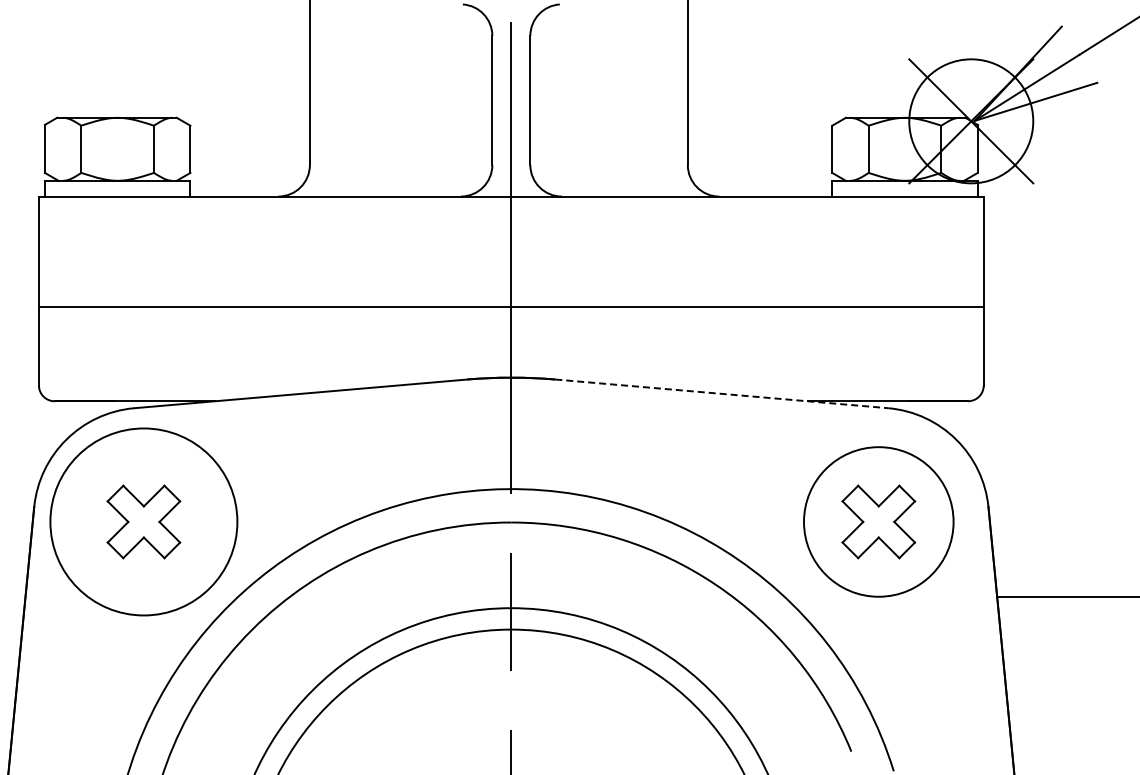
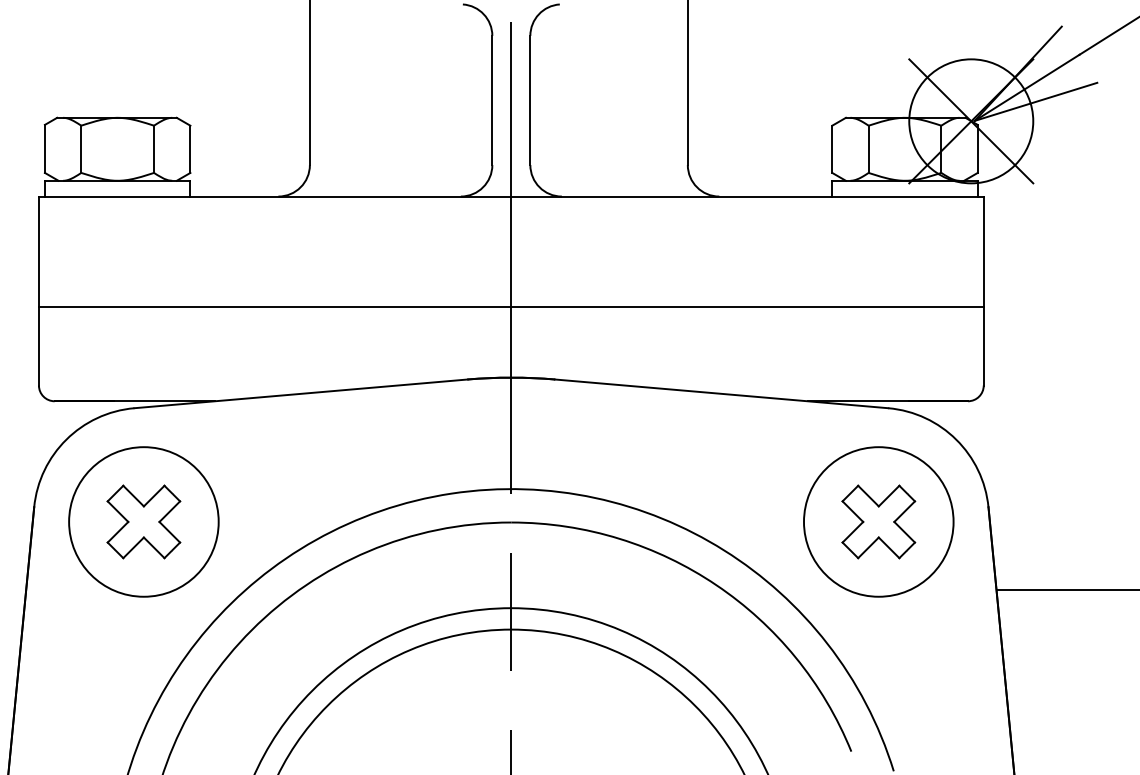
line at (722, 393): dashed -> solid
circle at (143, 521) diameter: 187 px -> 150 px
line at (1066, 597) position: (1066, 597) -> (1066, 590)
